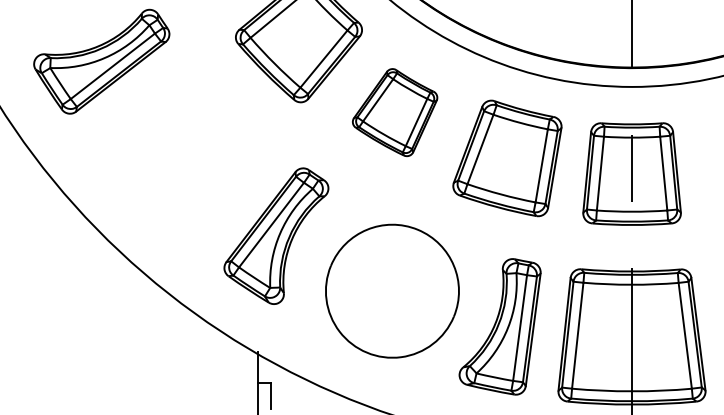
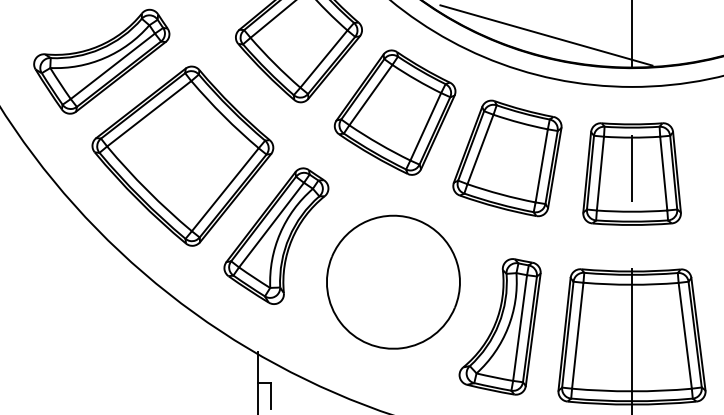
line at (546, 35): none -> present
part at (395, 112) size: 87x89 px -> 124x127 px
part at (182, 155): none -> present
part at (392, 290) position: (392, 290) -> (393, 281)
